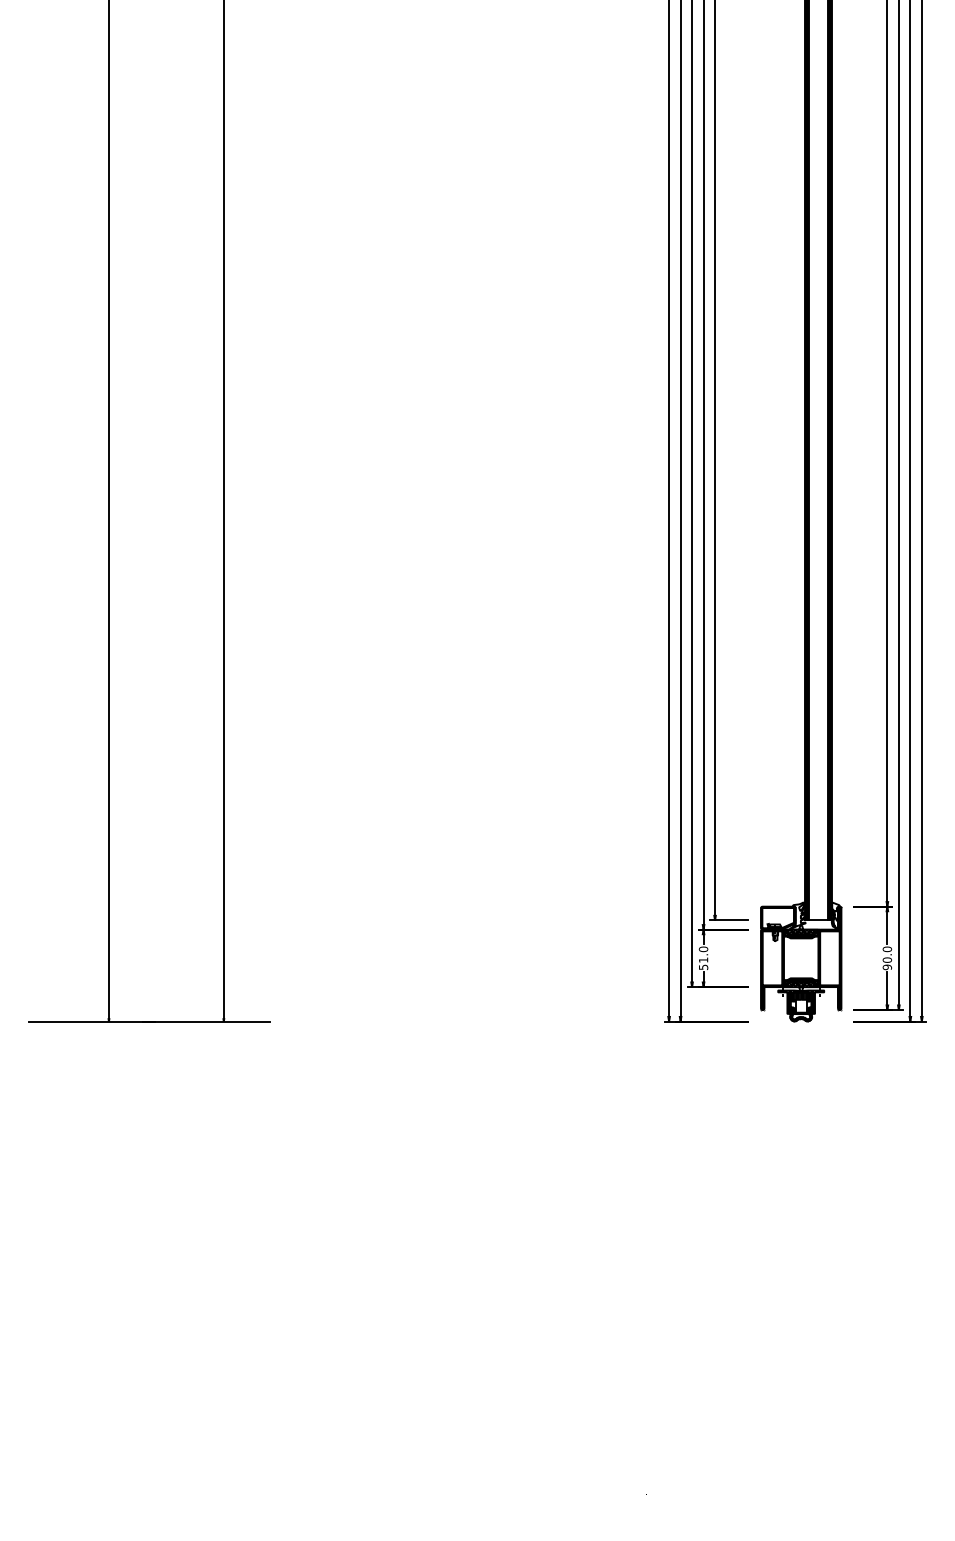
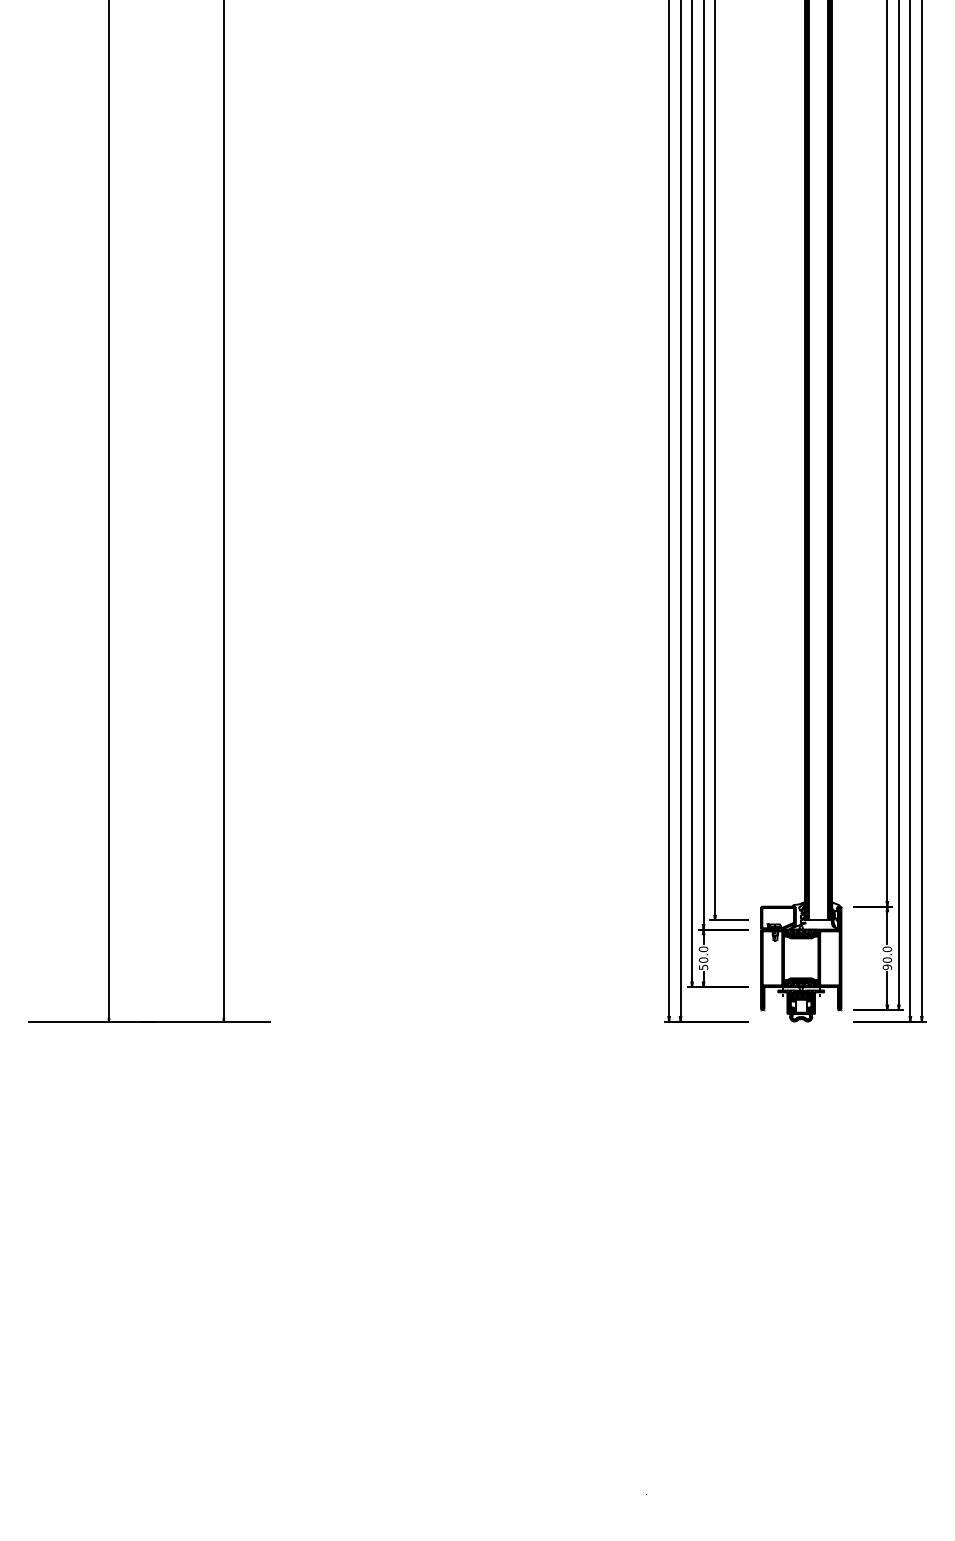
text at (703, 959): 51.0 -> 50.0
